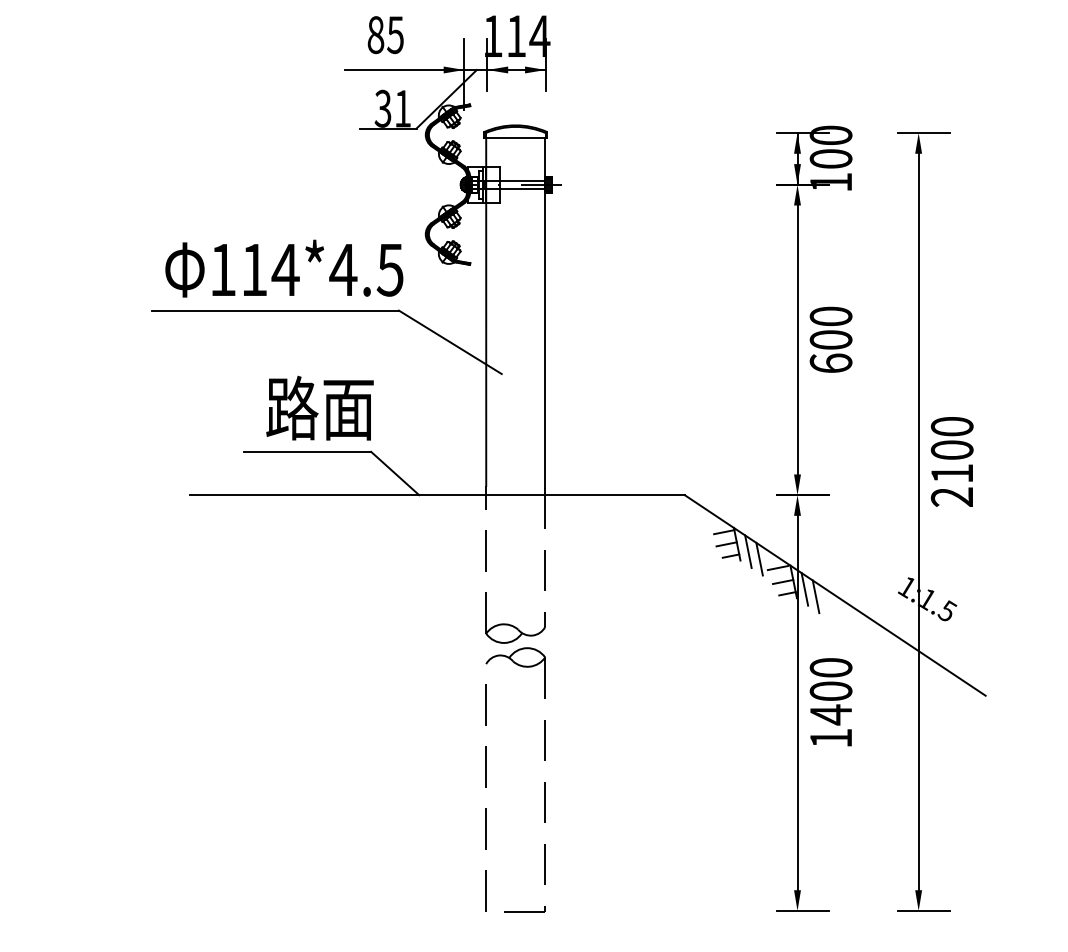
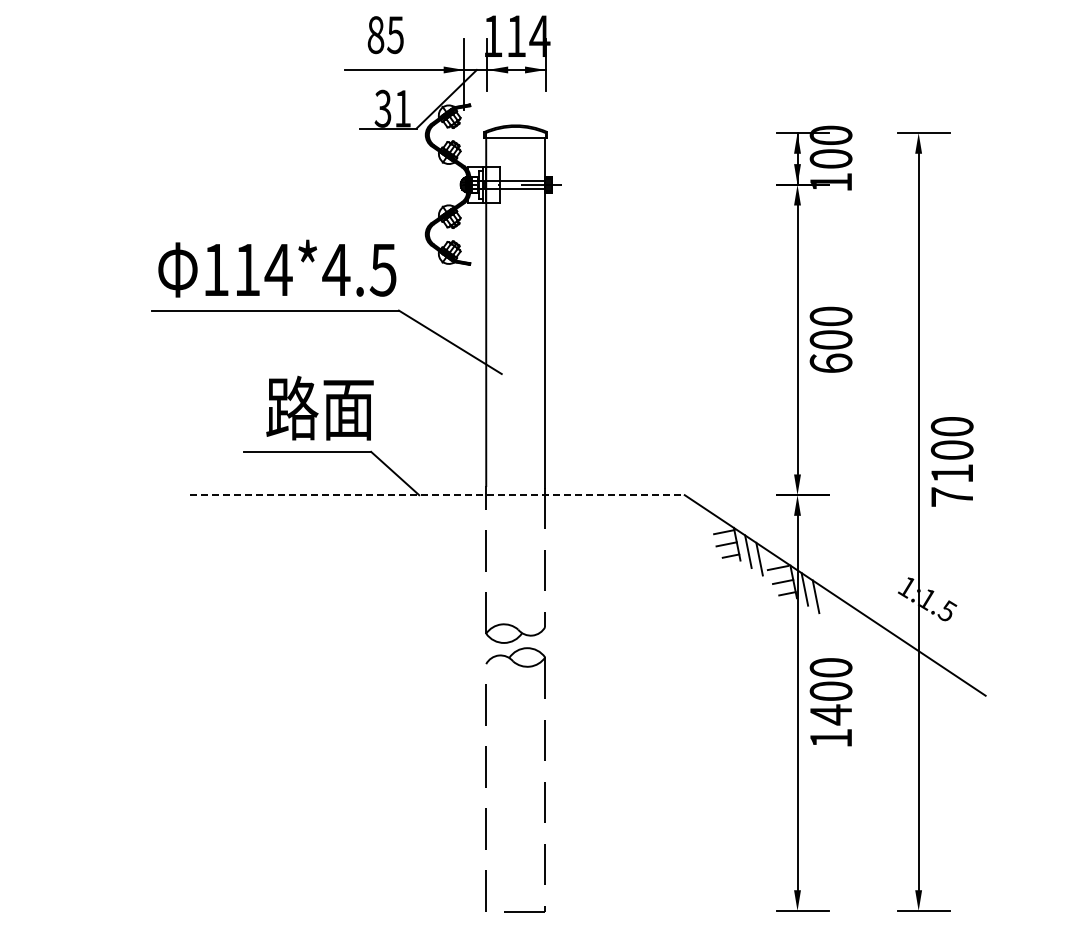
text at (284, 268) position: (284, 268) -> (277, 268)
line at (437, 495): solid -> dashed
text at (951, 496): 2100 -> 7100
